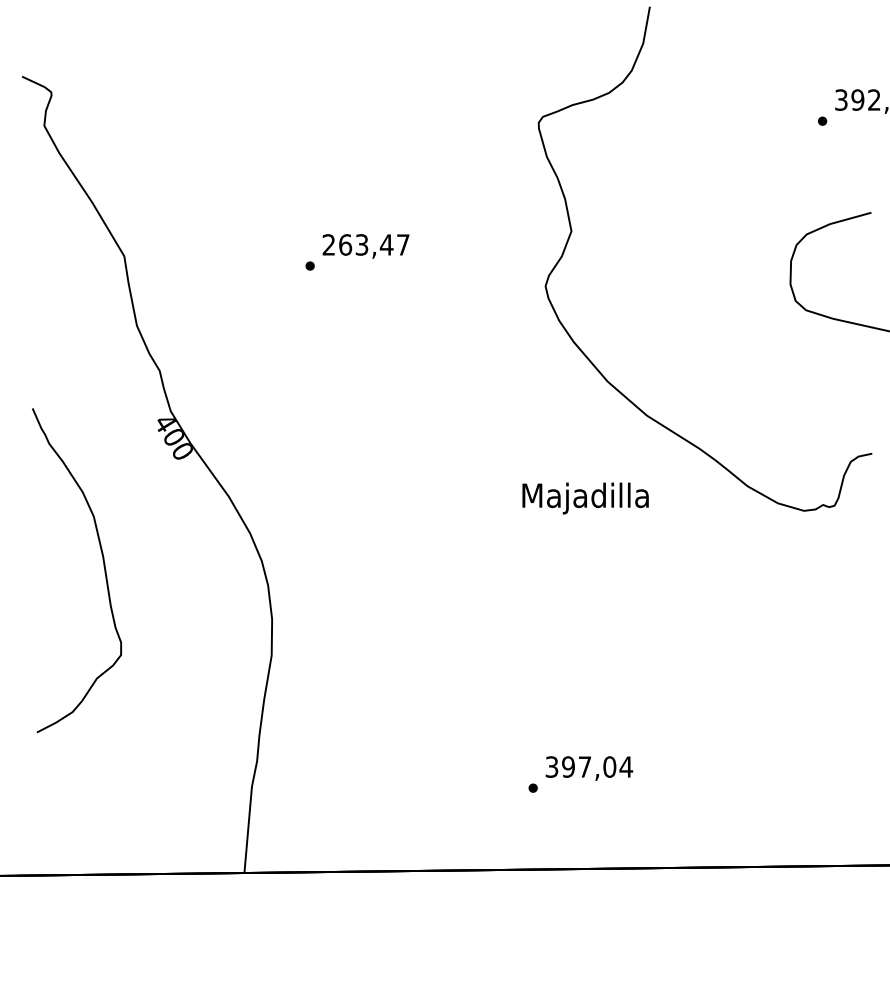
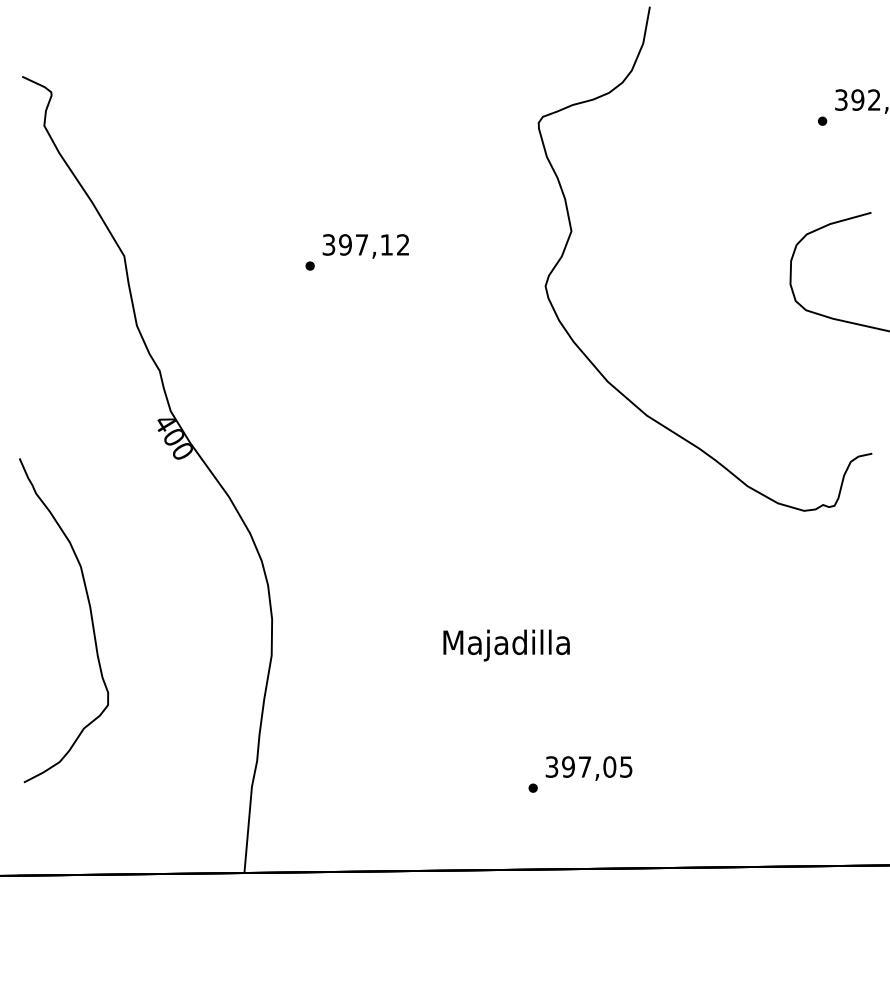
text at (365, 244): 263,47 -> 397,12
text at (585, 498) position: (585, 498) -> (506, 645)
curve at (103, 566) position: (103, 566) -> (90, 616)
text at (626, 766): 397,04 -> 397,05
